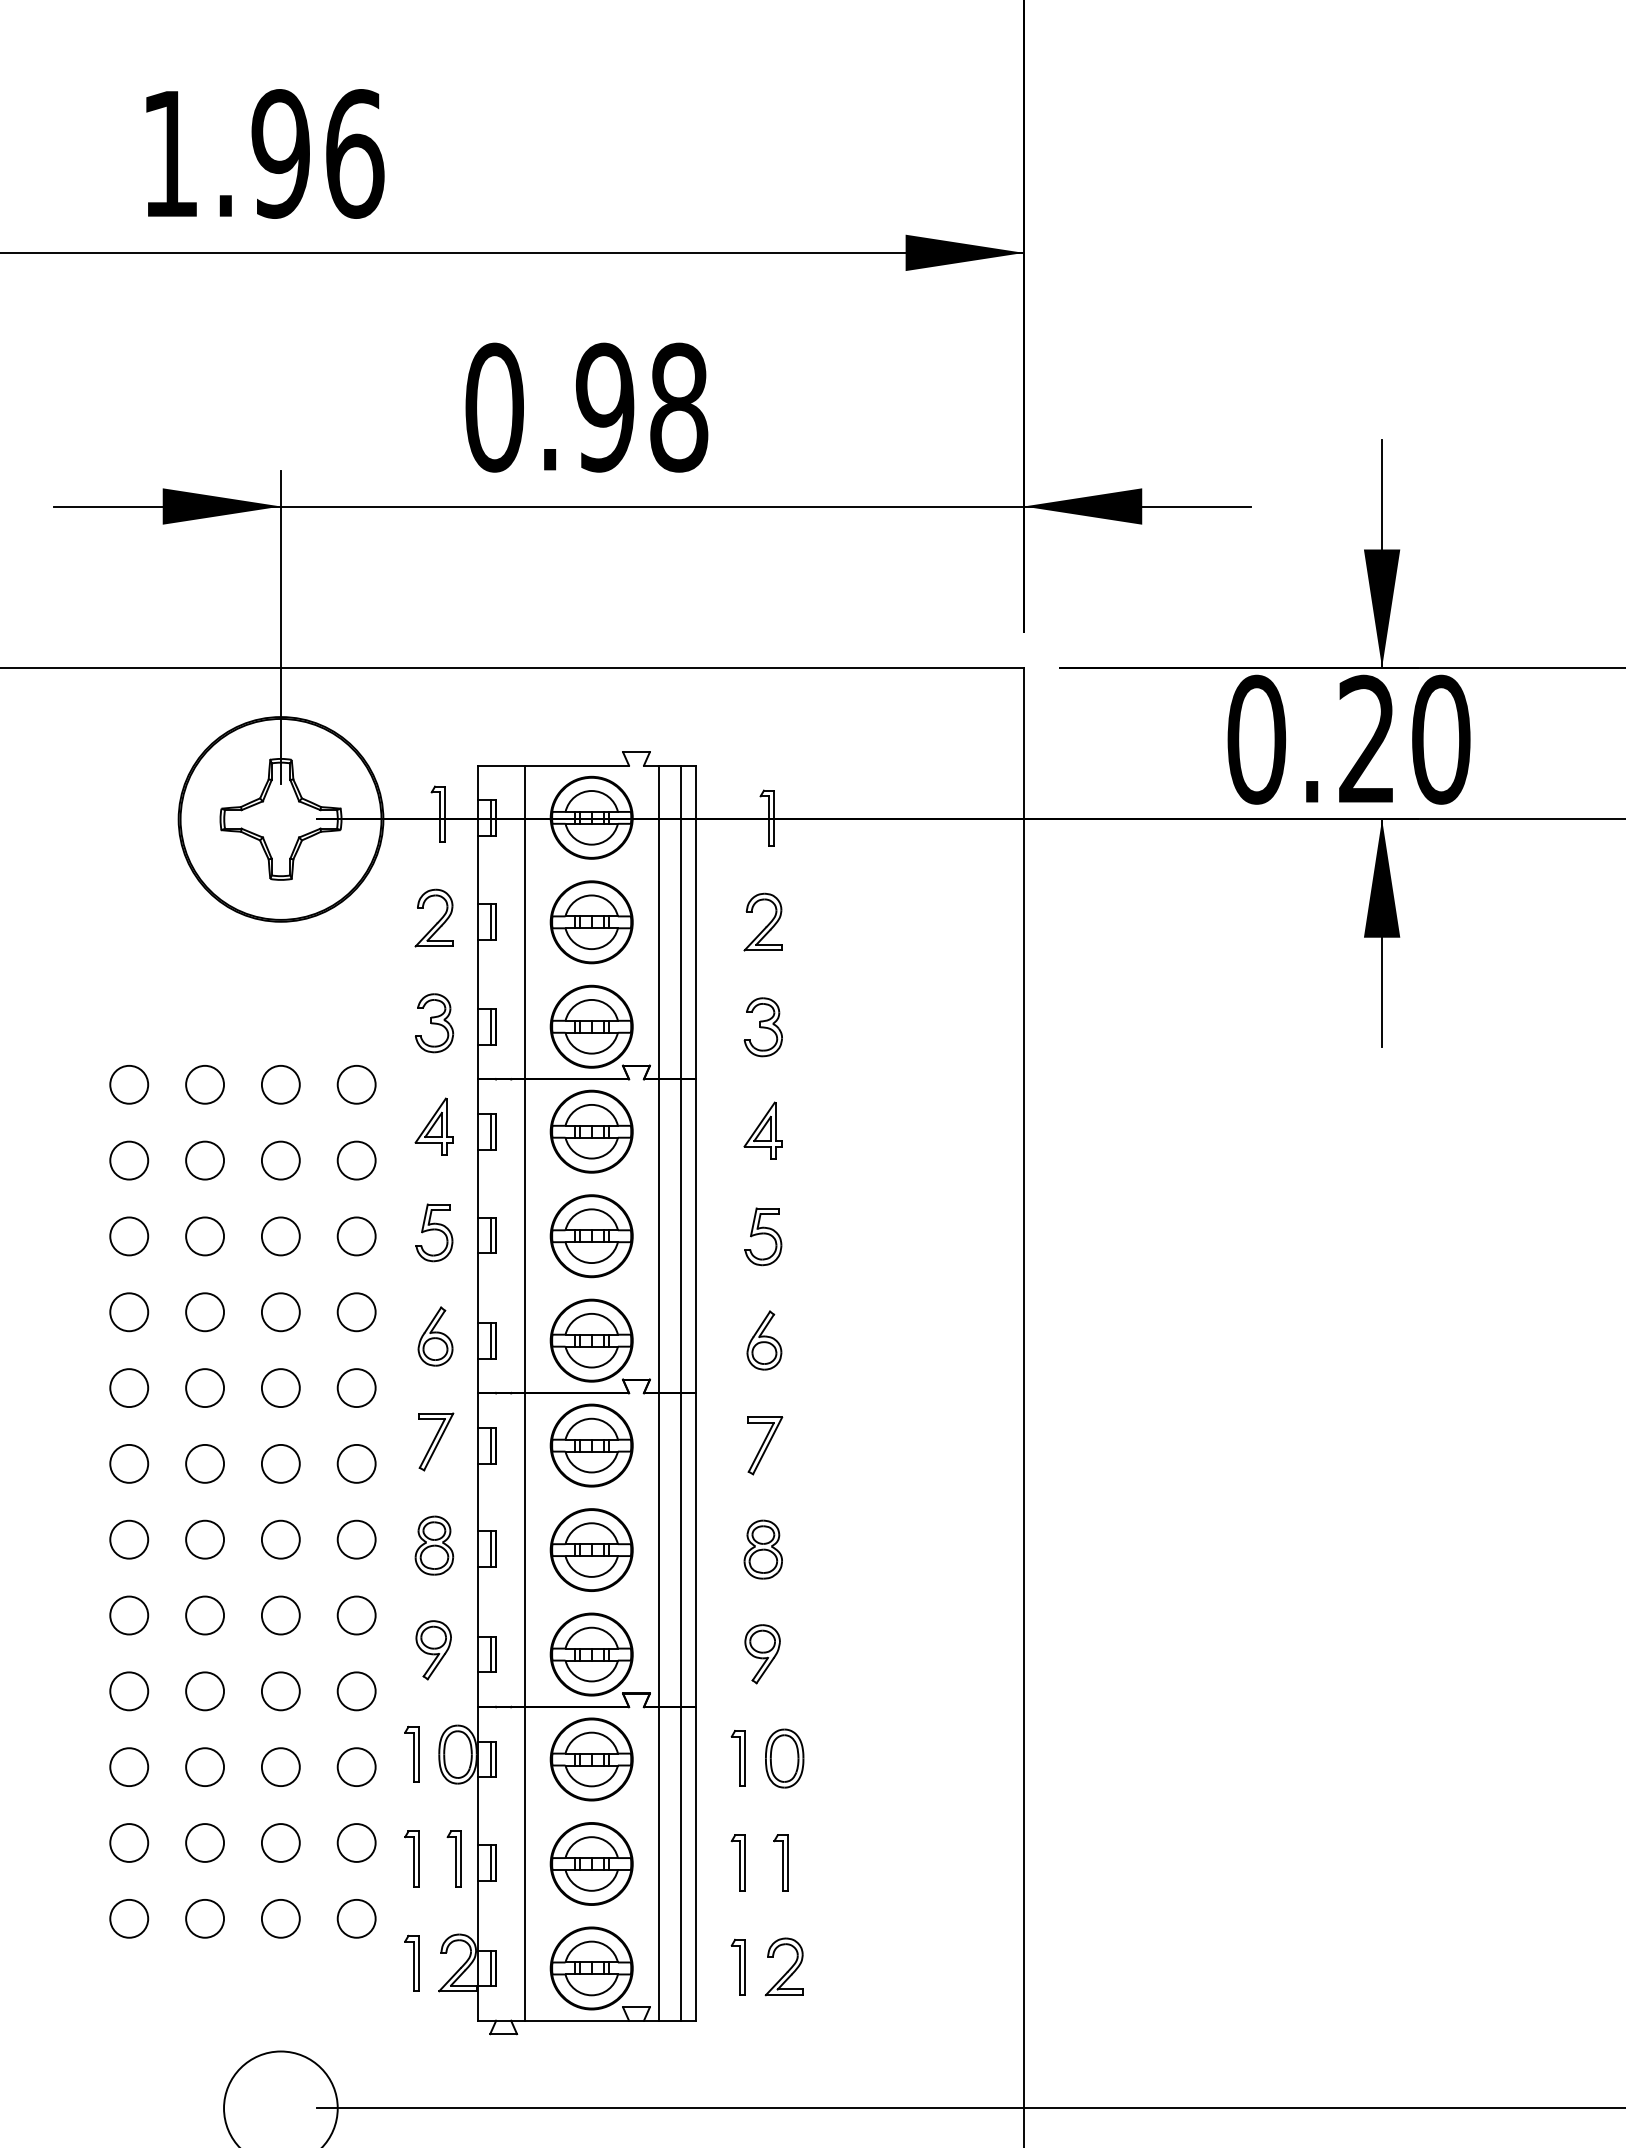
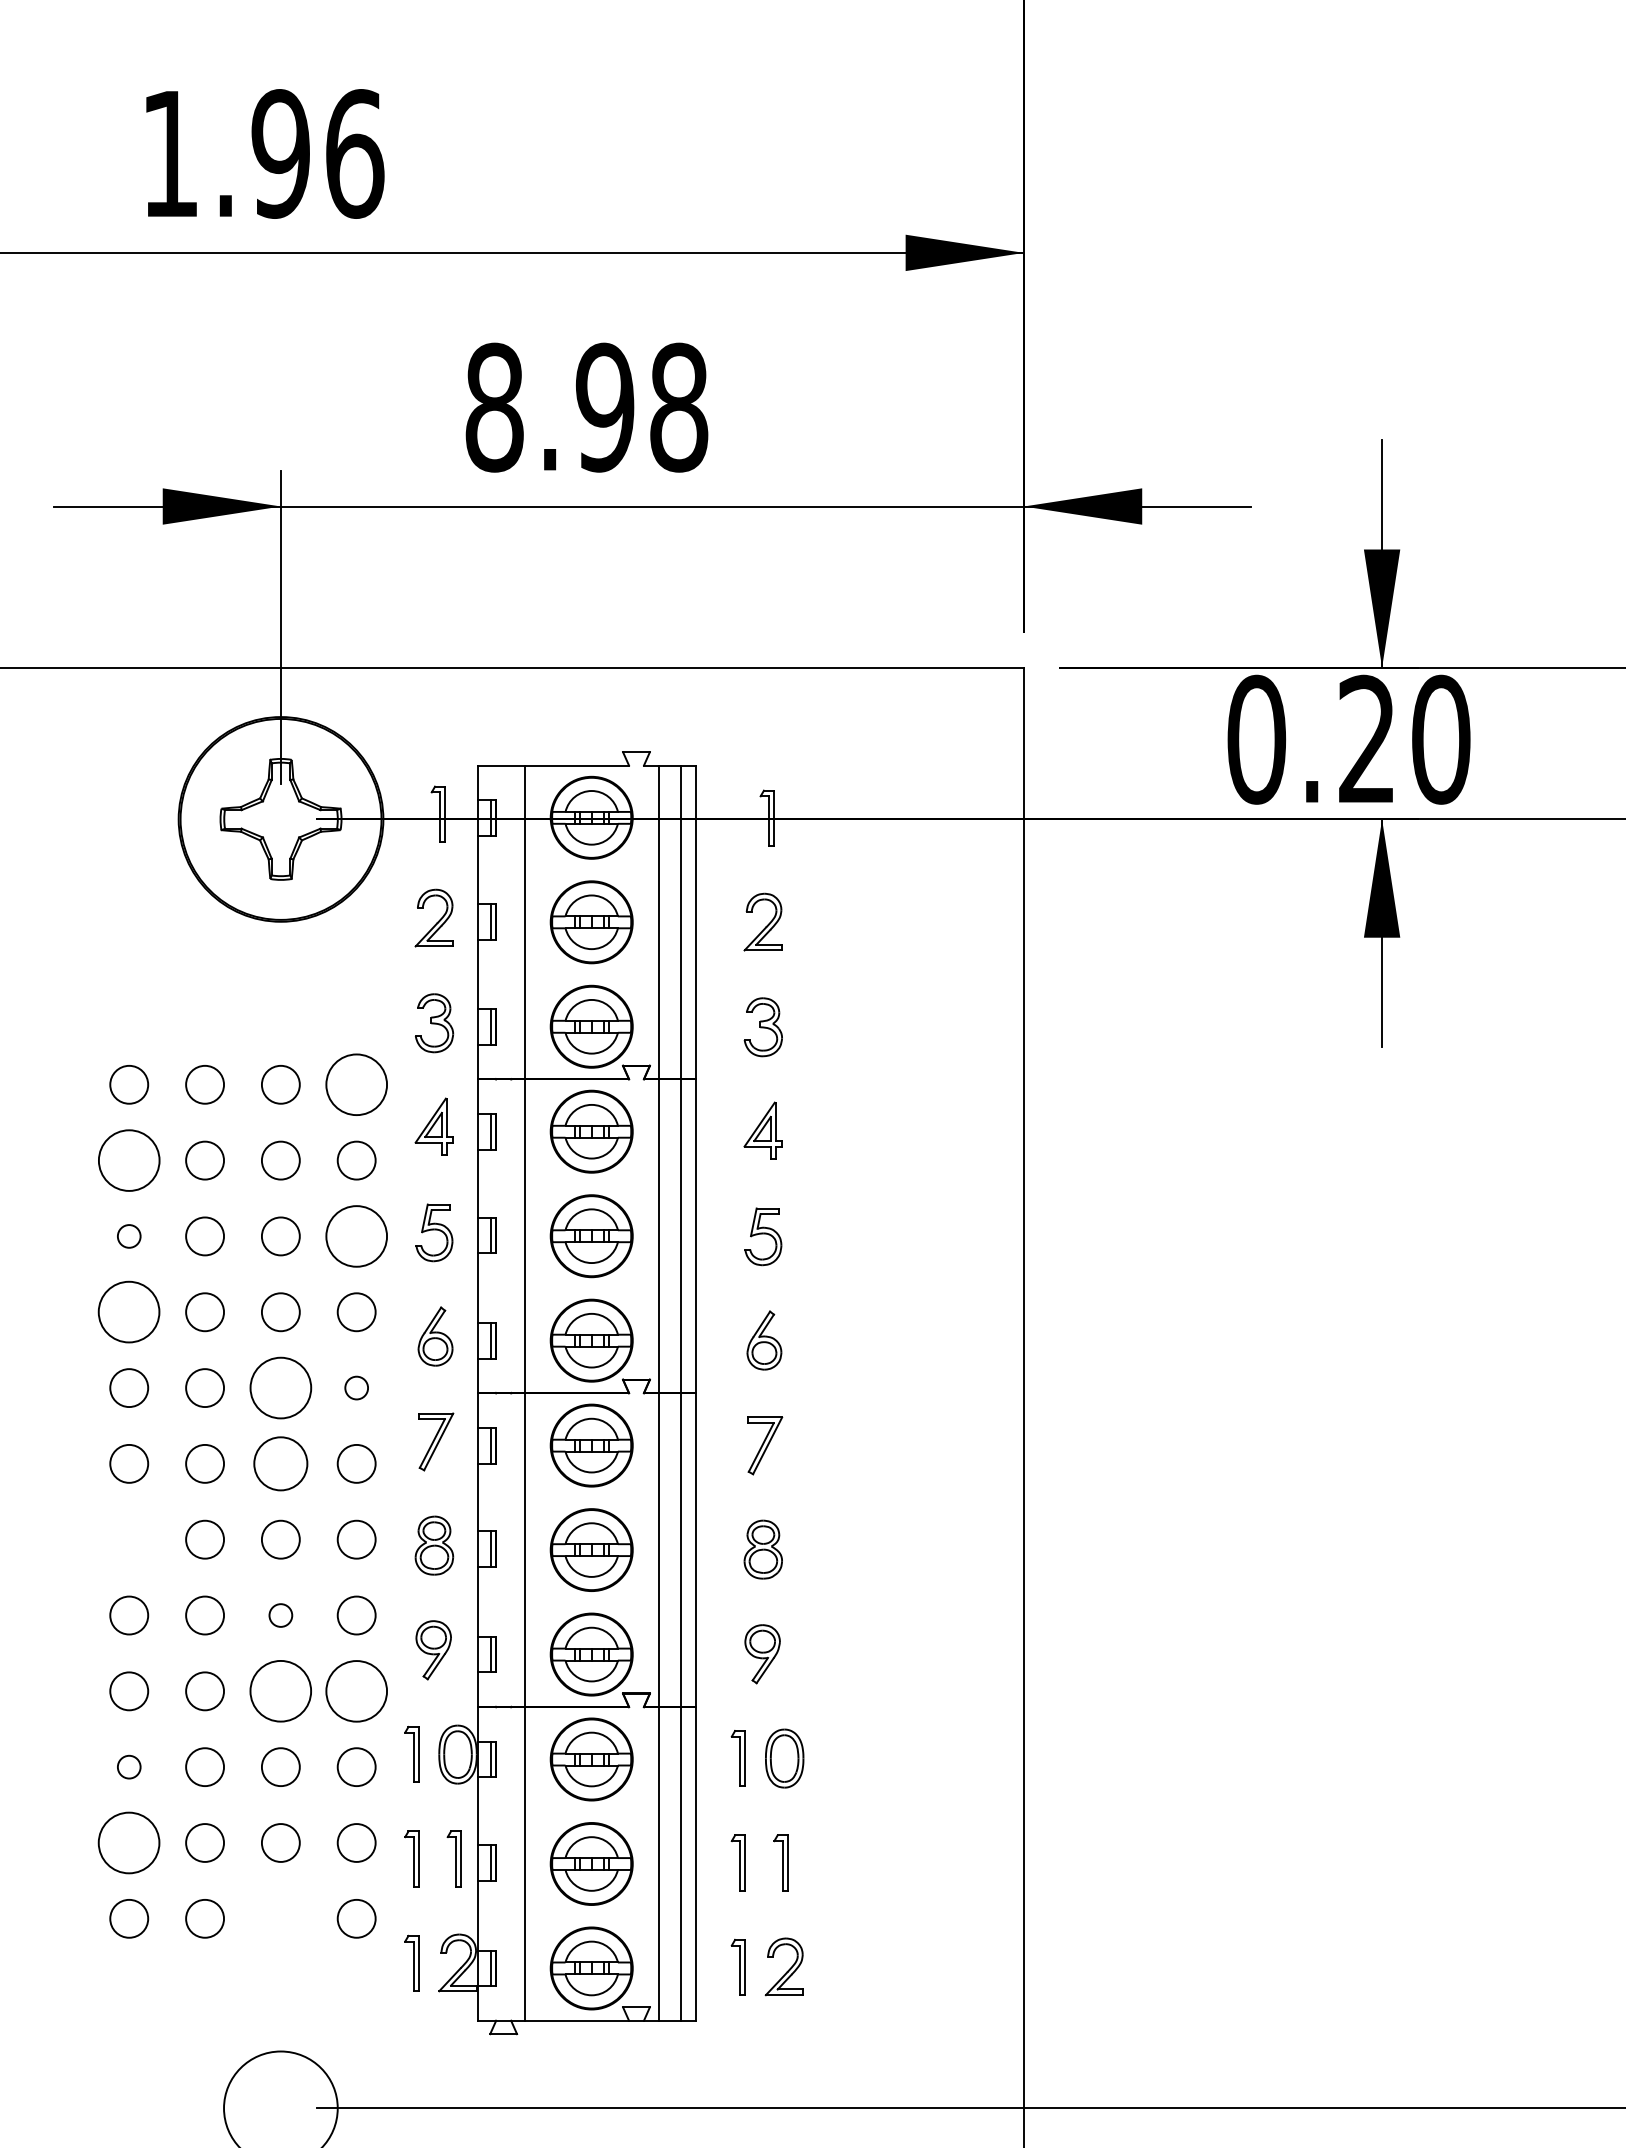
text at (494, 407): 0.98 -> 8.98
circle at (356, 1084) diameter: 38 px -> 61 px
circle at (129, 1160) diameter: 38 px -> 61 px
circle at (129, 1236) diameter: 38 px -> 23 px
circle at (356, 1236) diameter: 38 px -> 61 px
circle at (129, 1312) size: 41x41 px -> 64x64 px
circle at (280, 1388) diameter: 38 px -> 61 px
circle at (356, 1388) diameter: 38 px -> 23 px
circle at (280, 1463) size: 40x40 px -> 56x56 px
circle at (129, 1539): present -> none
circle at (280, 1615) diameter: 38 px -> 23 px
circle at (280, 1691) size: 40x41 px -> 63x63 px
circle at (356, 1691) diameter: 38 px -> 61 px
circle at (129, 1767) diameter: 38 px -> 23 px
circle at (129, 1842) size: 41x40 px -> 64x64 px
circle at (280, 1918): present -> none
